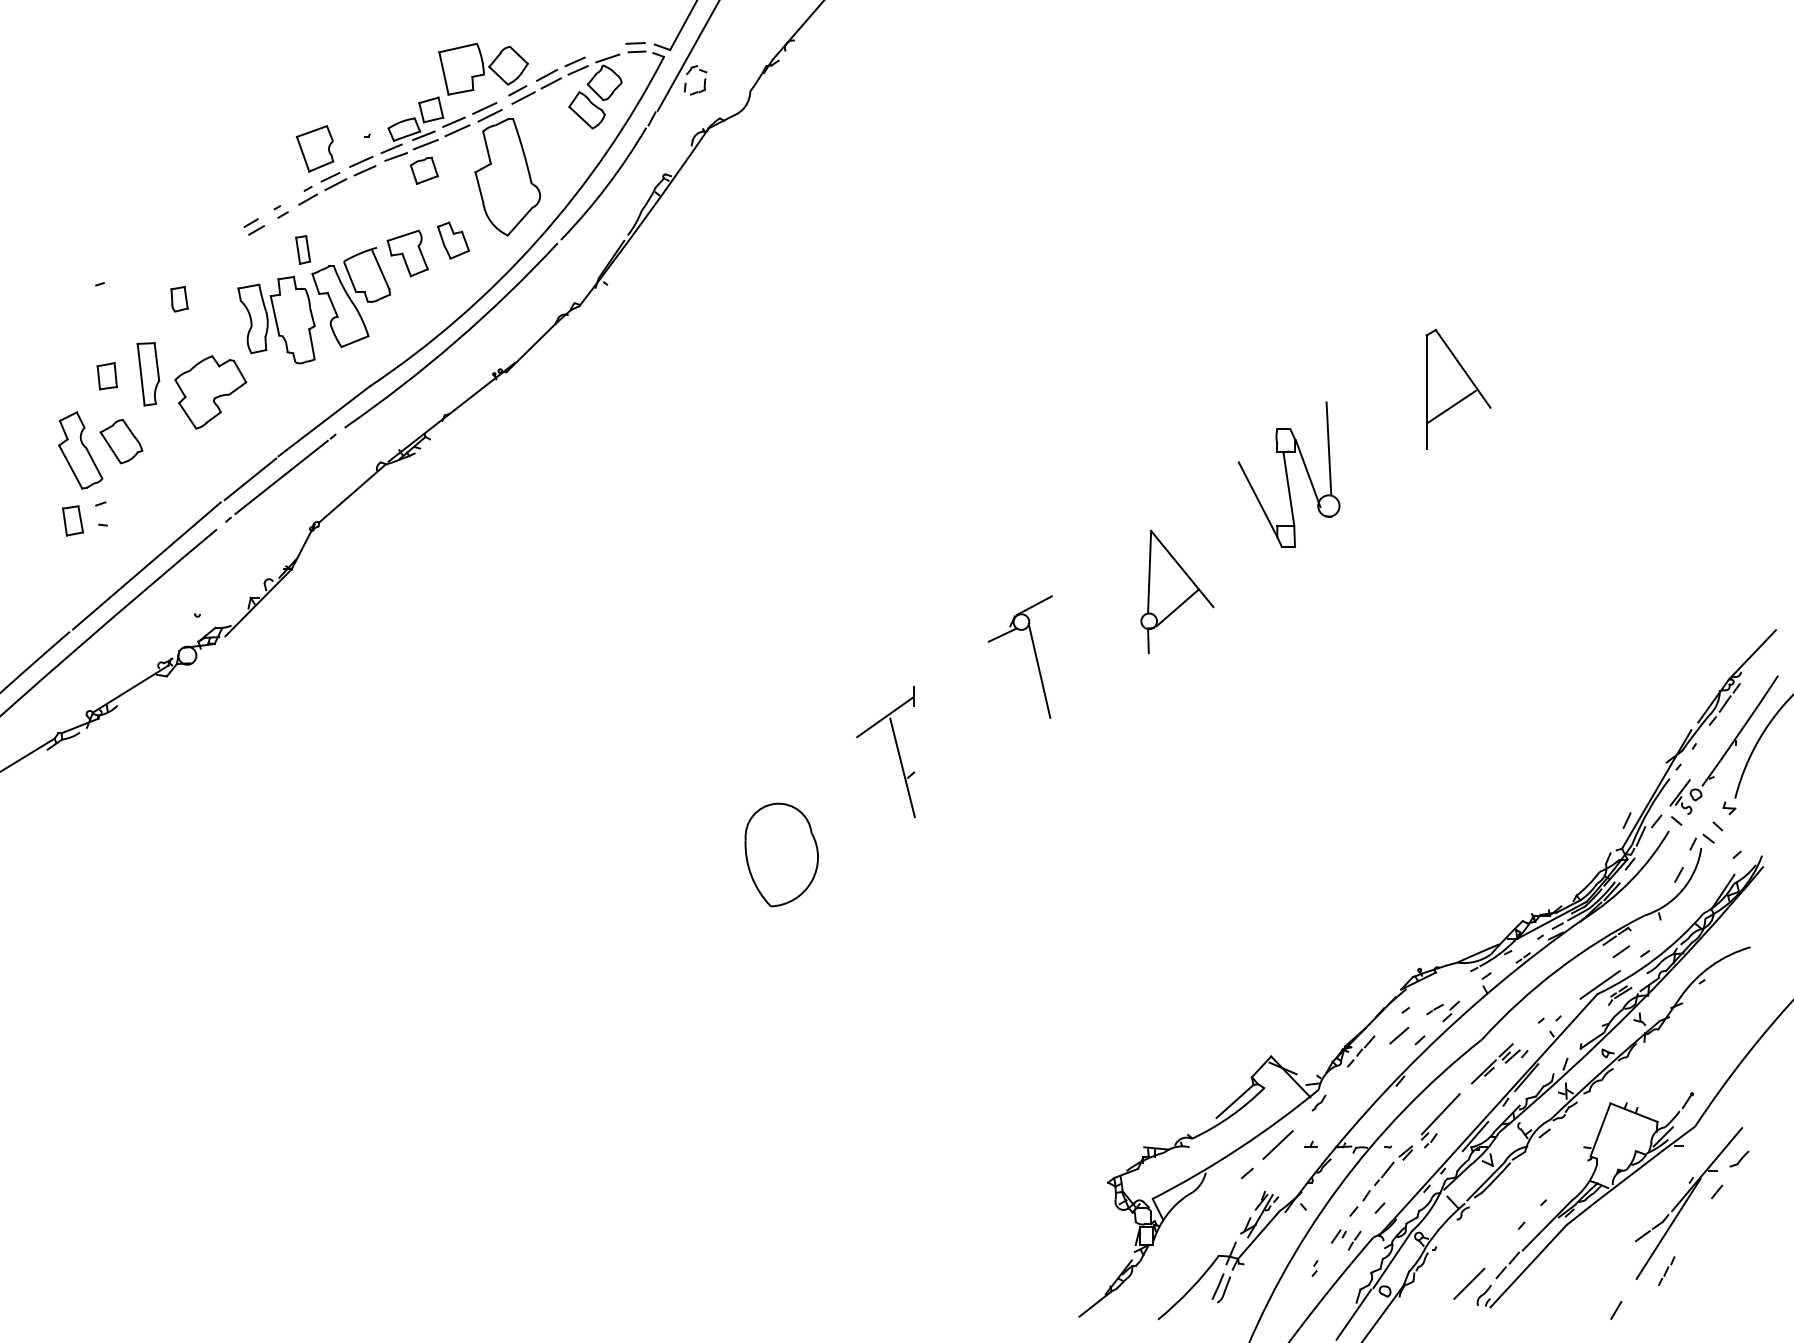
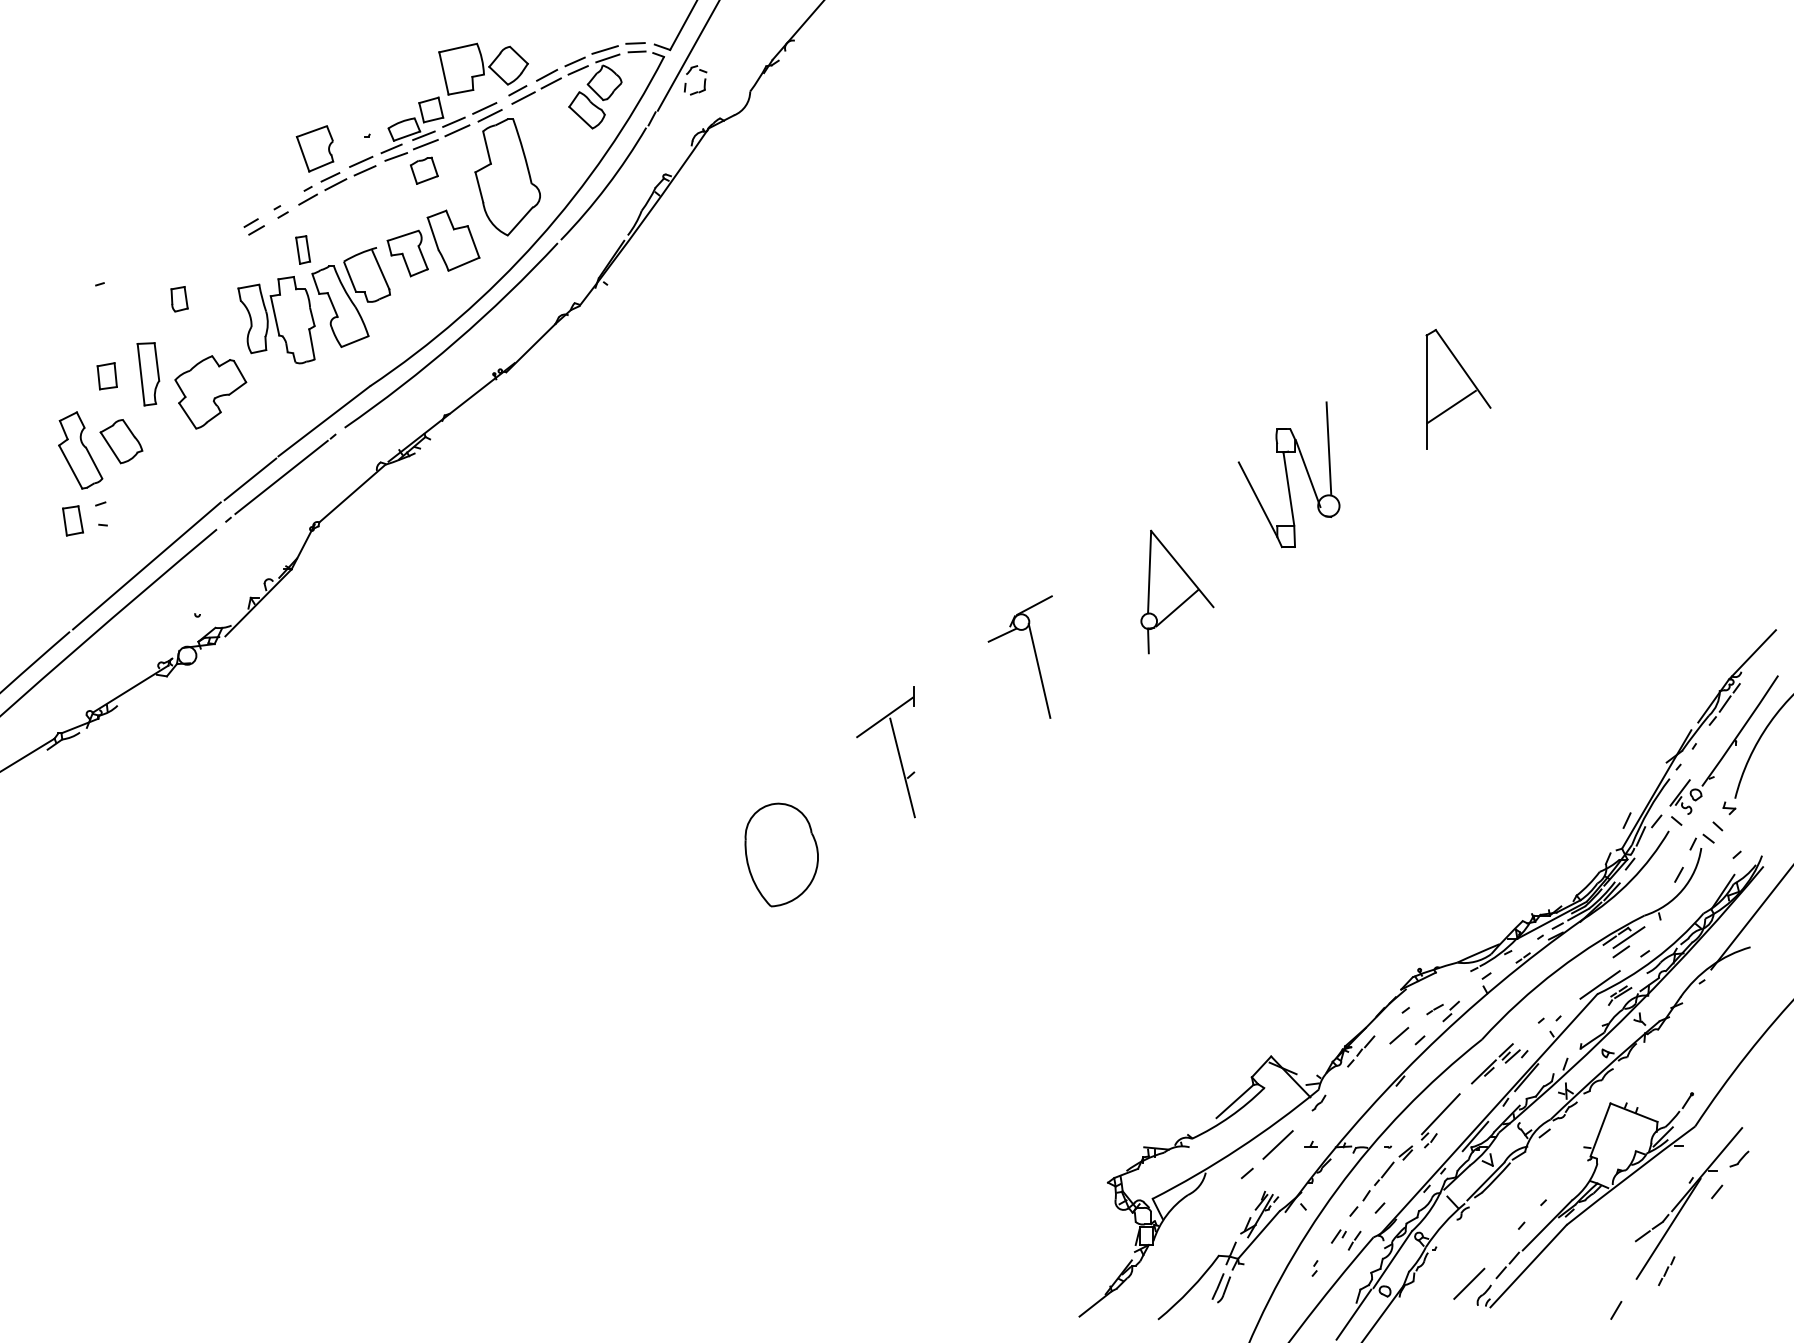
line at (604, 49): none -> present
part at (453, 240) size: 34x39 px -> 55x63 px
line at (1750, 918): none -> present
line at (1628, 937): none -> present
